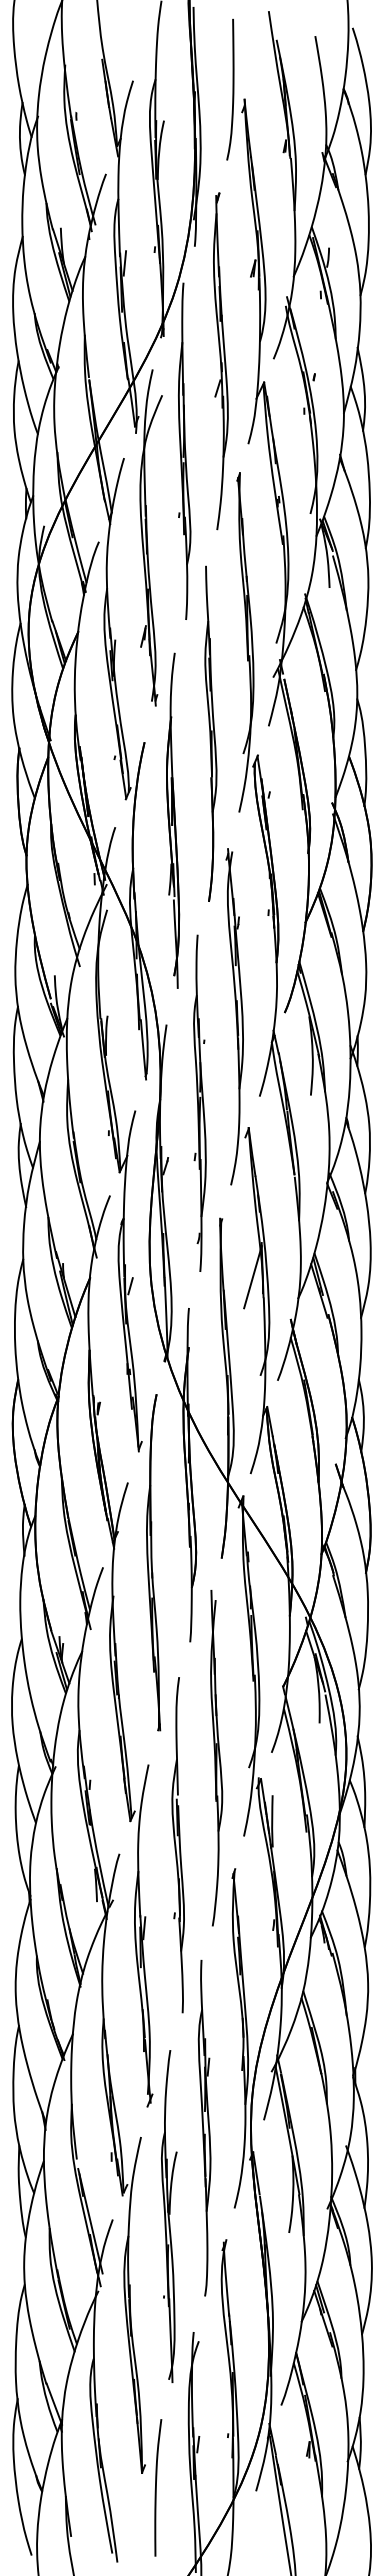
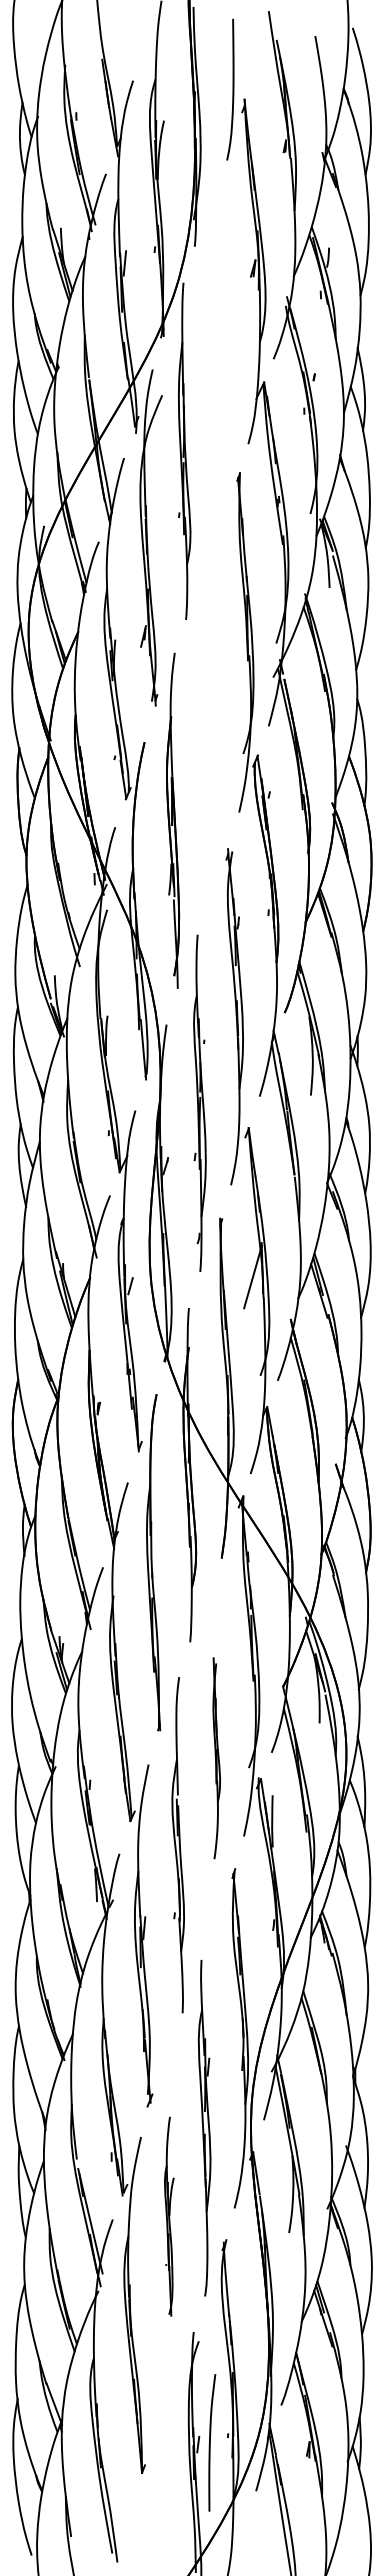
part at (220, 361): present -> none
part at (210, 733): present -> none
part at (216, 1758) size: 14x337 px -> 9x203 px
part at (169, 2216) size: 17x334 px -> 11x201 px
curve at (156, 2487) position: (156, 2487) -> (210, 2442)
